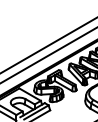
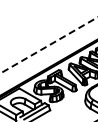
line at (48, 45): solid -> dashed
line at (48, 55): present -> none
